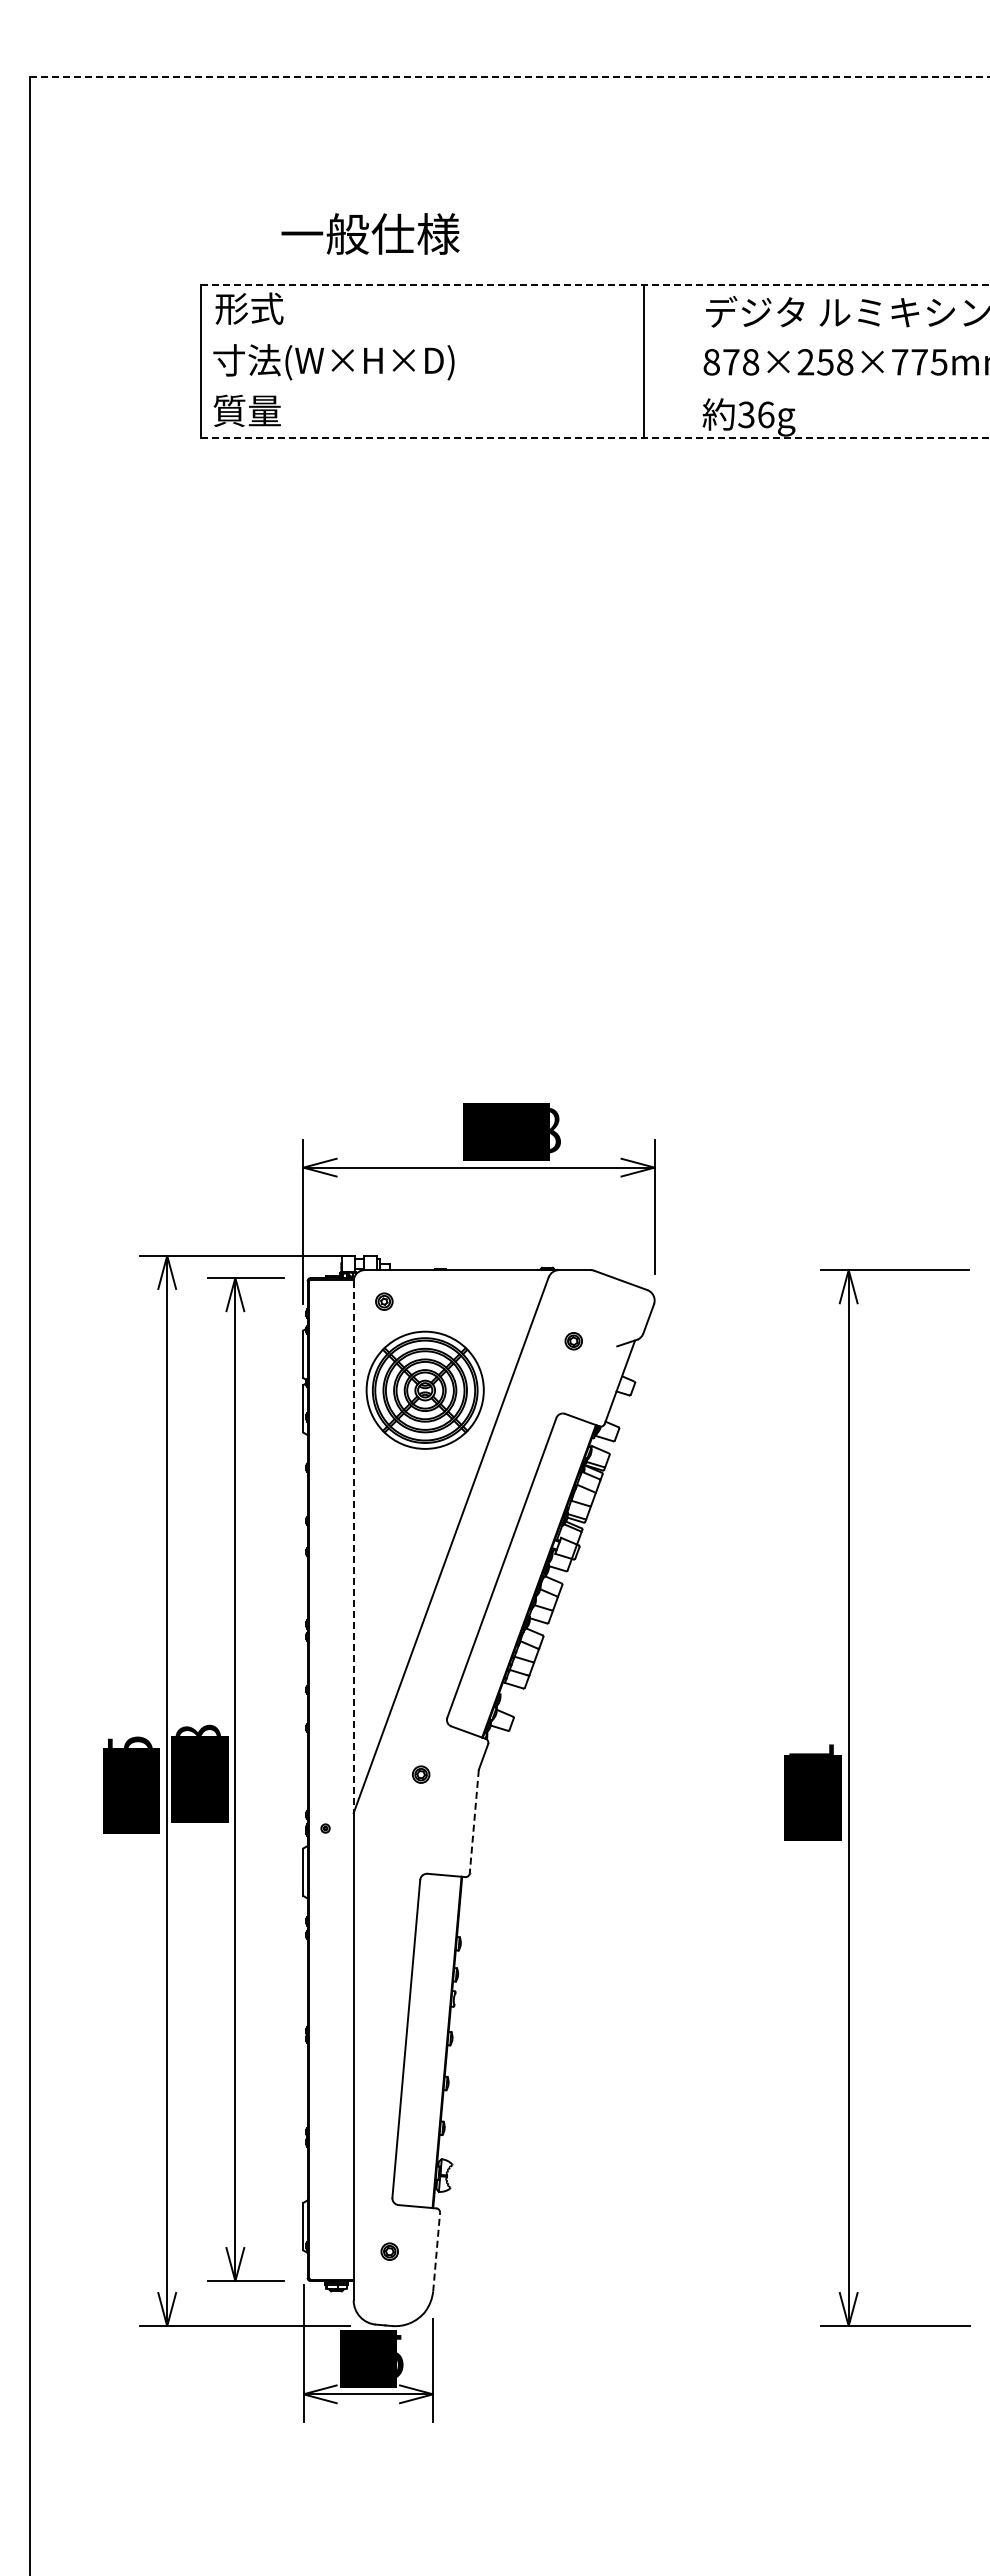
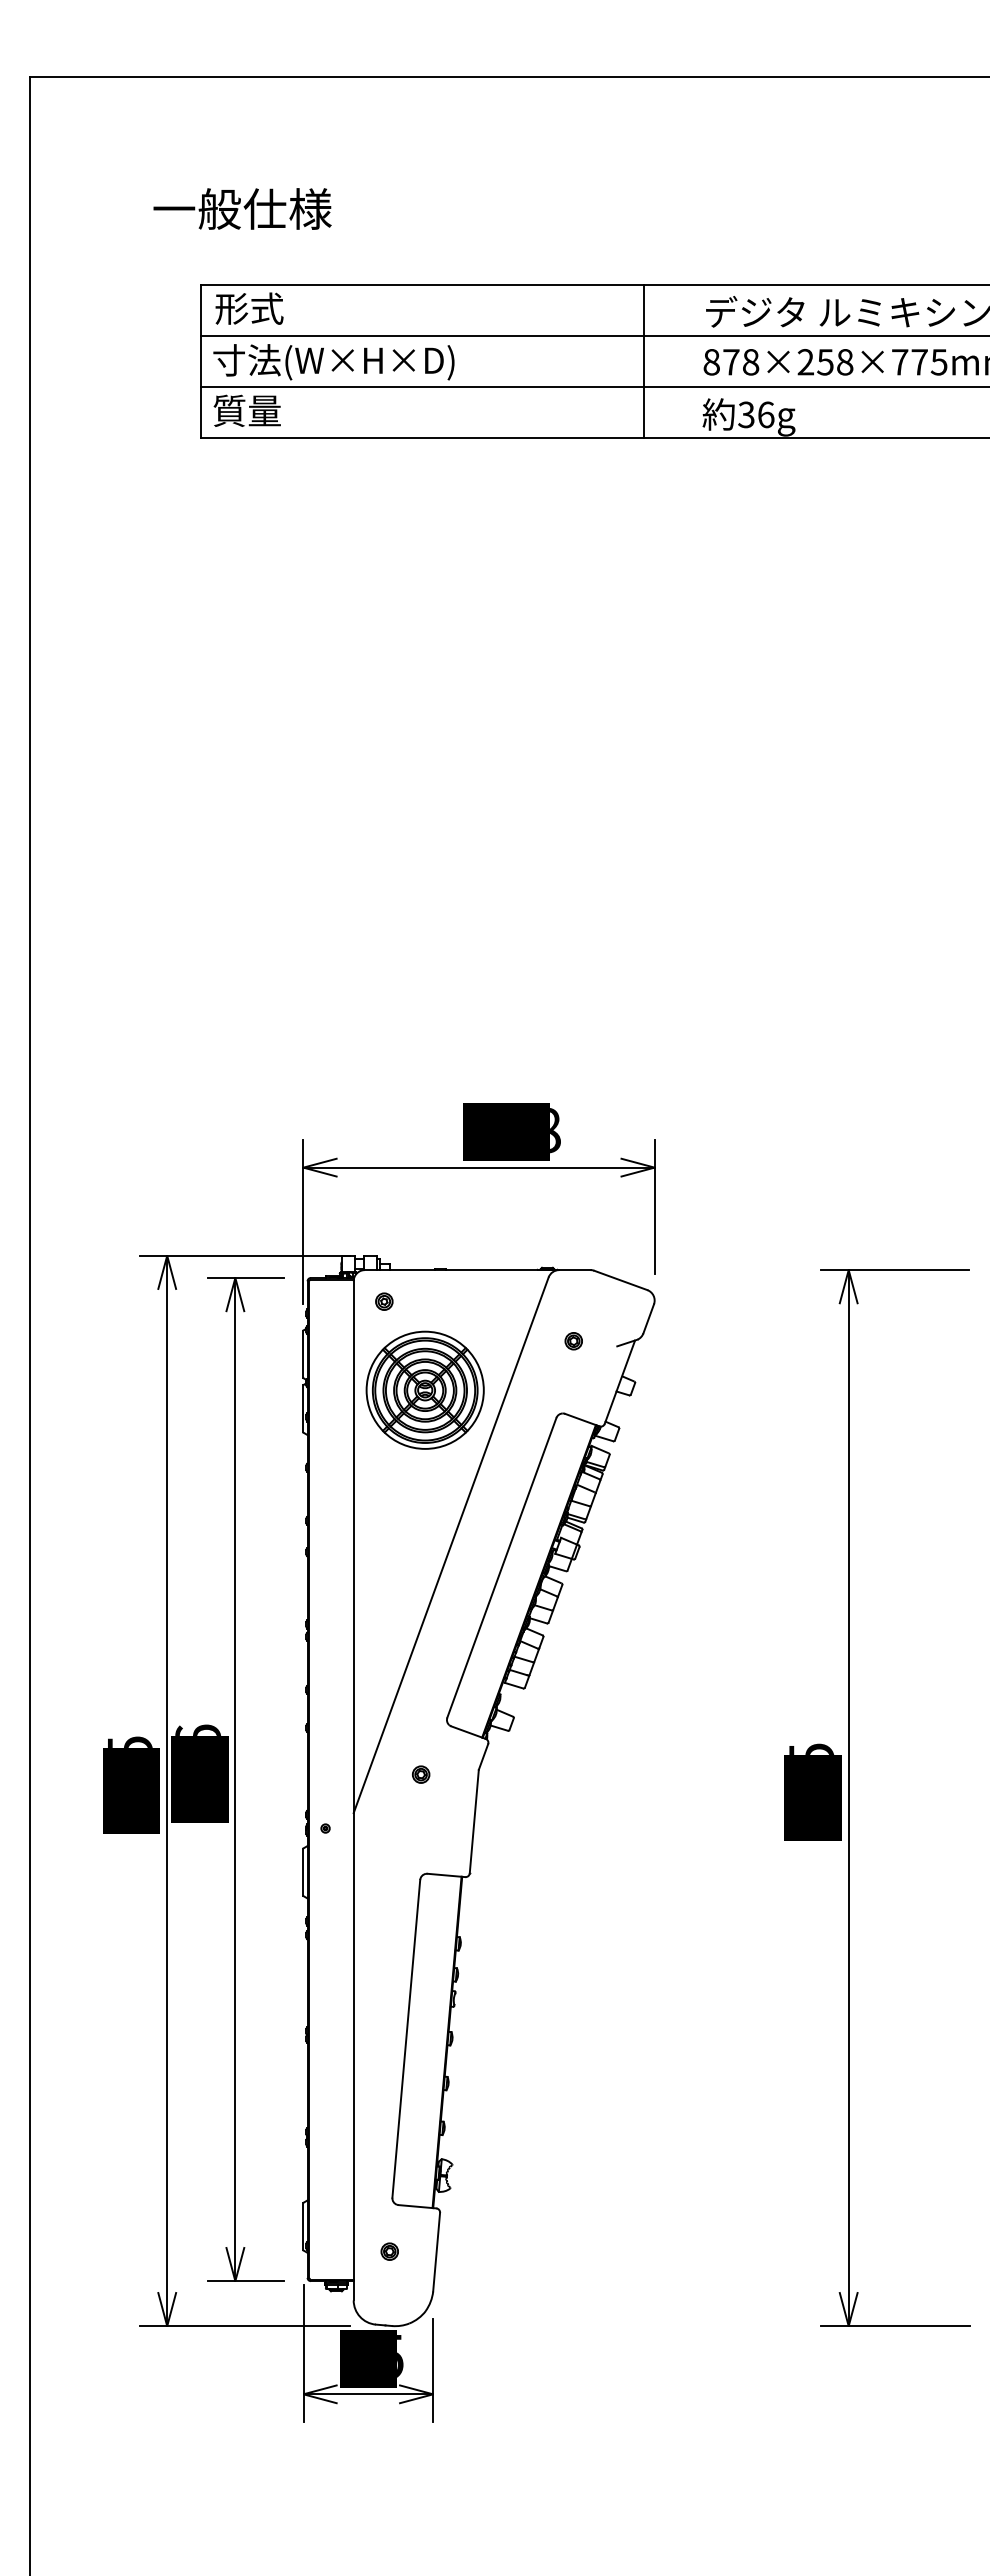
line at (509, 77): dashed -> solid
text at (370, 233) position: (370, 233) -> (242, 208)
line at (595, 285): dashed -> solid
line at (593, 336): none -> present
line at (593, 387): none -> present
line at (595, 438): dashed -> solid
line at (353, 1546): dashed -> solid
text at (197, 1729): 738 -> 736
text at (811, 1748): 451 -> 775
line at (474, 1821): dashed -> solid
line at (436, 2252): dashed -> solid
